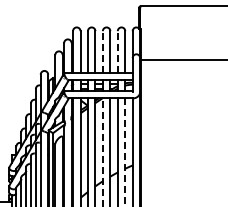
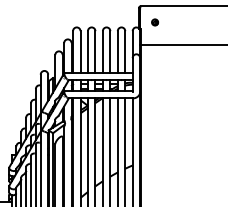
part at (155, 22): none -> present
line at (102, 51): dashed -> solid
line at (117, 51): dashed -> solid
line at (182, 59) position: (182, 59) -> (182, 44)
line at (102, 152): dashed -> solid
line at (125, 152): dashed -> solid
